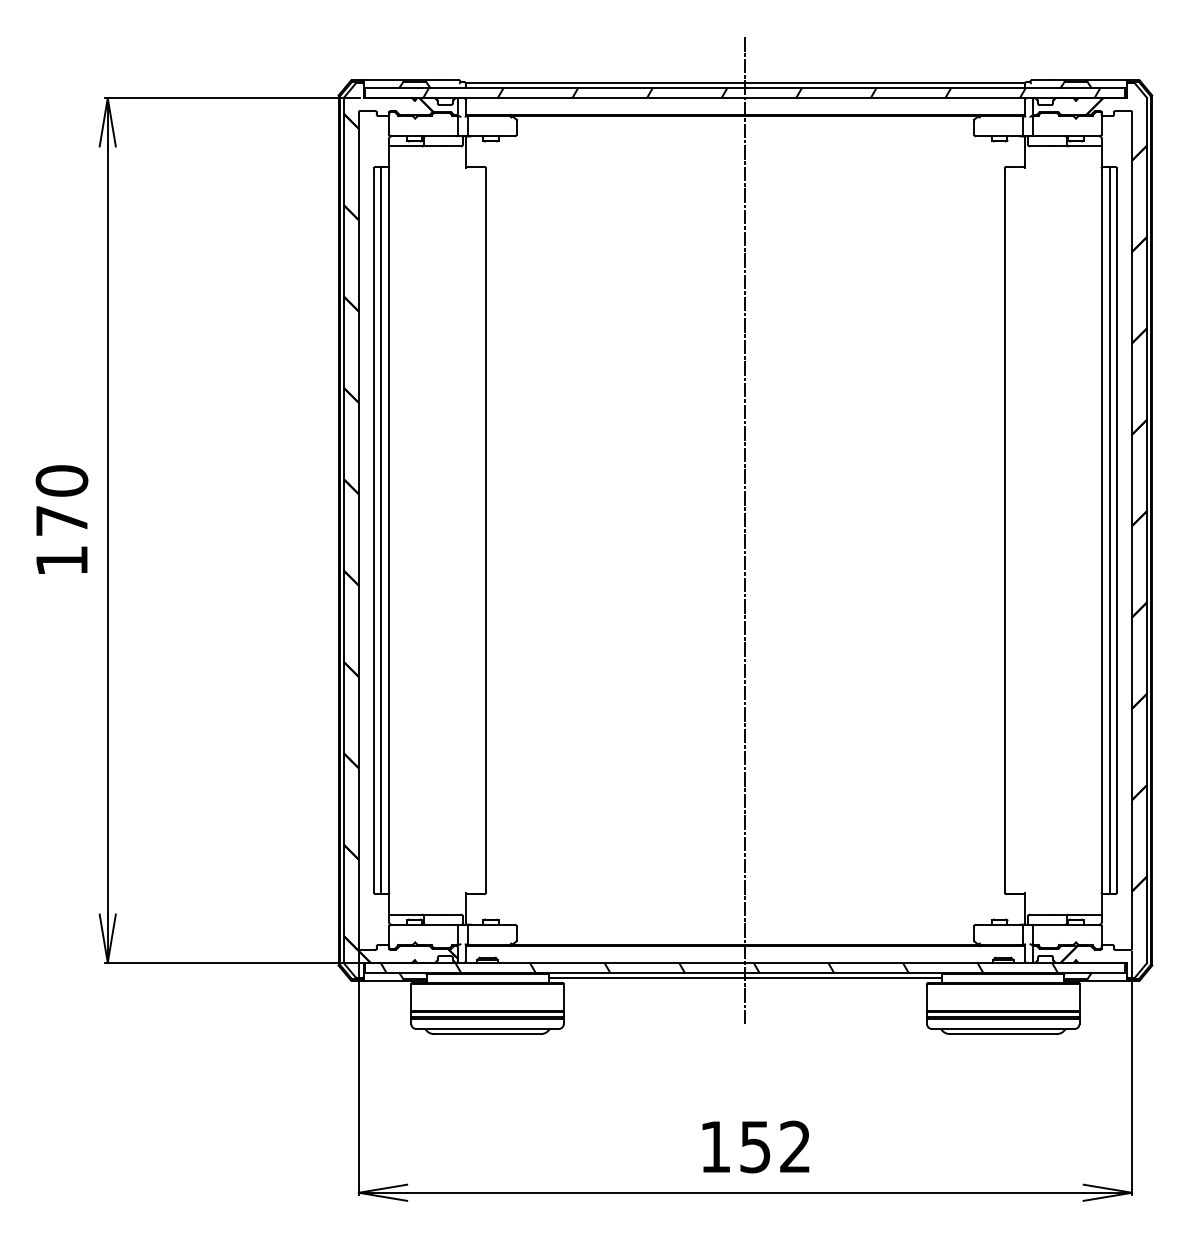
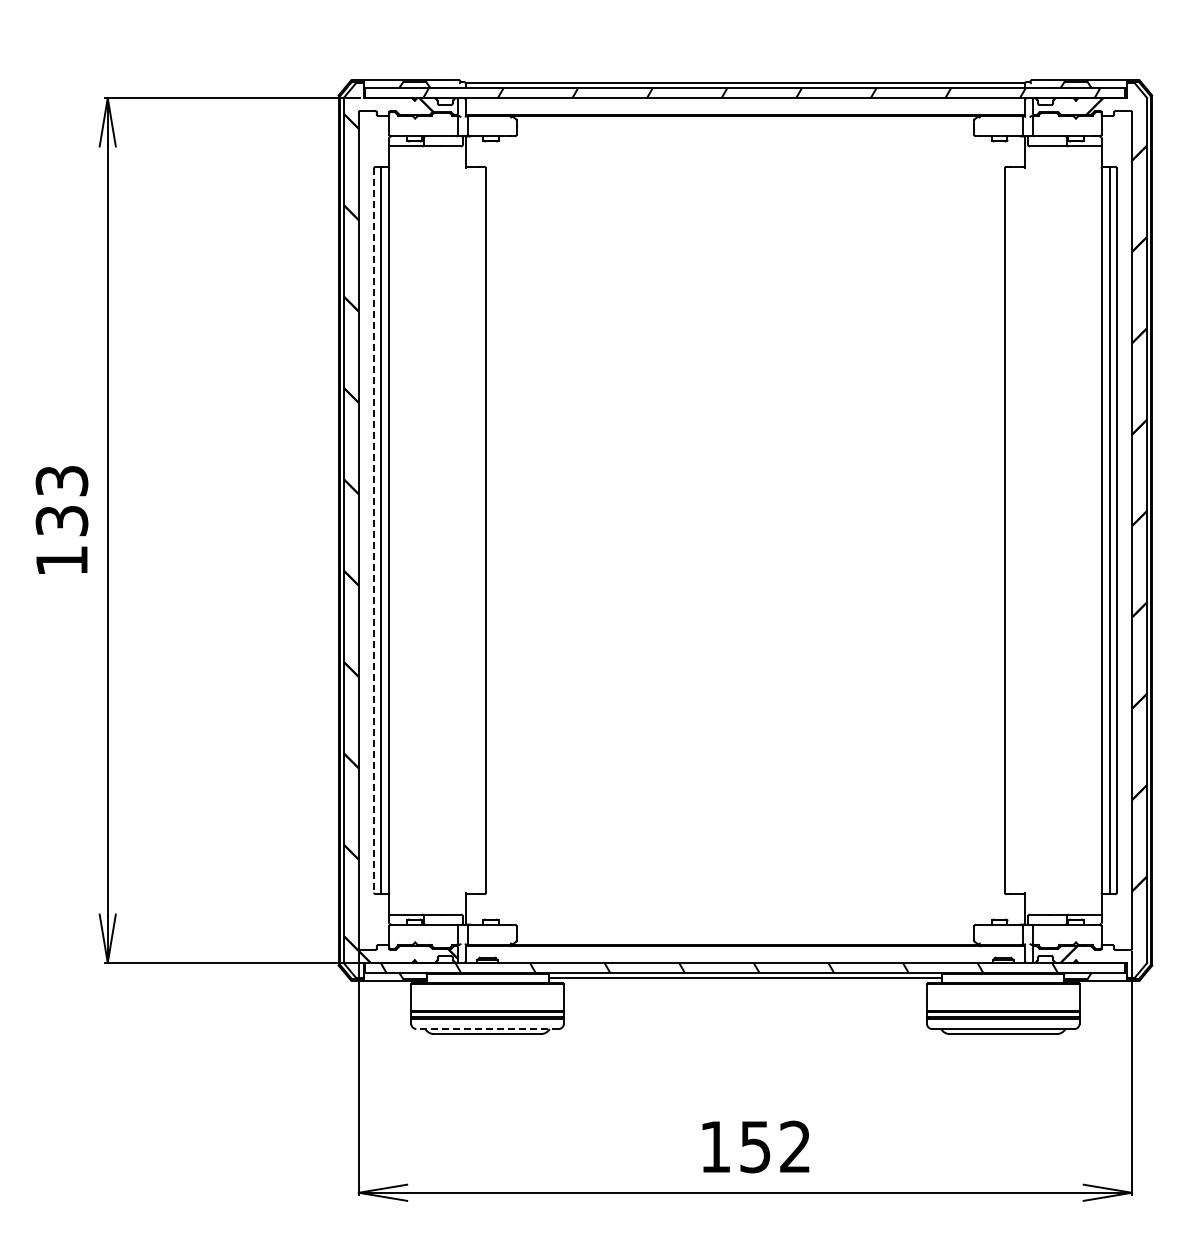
text at (61, 500): 170 -> 133
line at (745, 530): present -> none
line at (374, 531): solid -> dashed
line at (487, 1029): solid -> dashed
